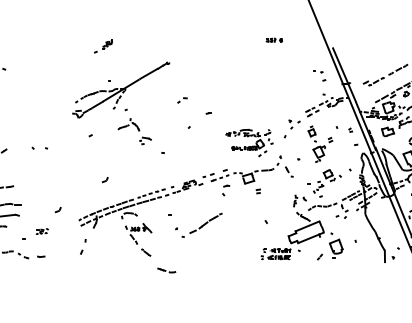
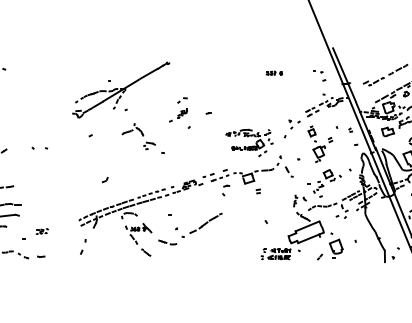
part at (273, 39) position: (273, 39) -> (273, 72)
part at (103, 46) position: (103, 46) -> (178, 115)
part at (134, 131) position: (134, 131) -> (138, 136)
part at (57, 210): present -> none
part at (166, 270) position: (166, 270) -> (167, 242)
